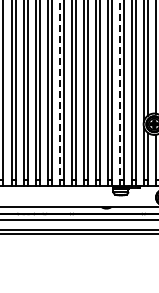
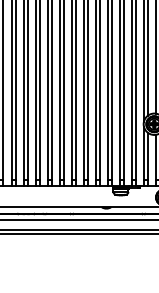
line at (59, 92): dashed -> solid
line at (119, 92): dashed -> solid
